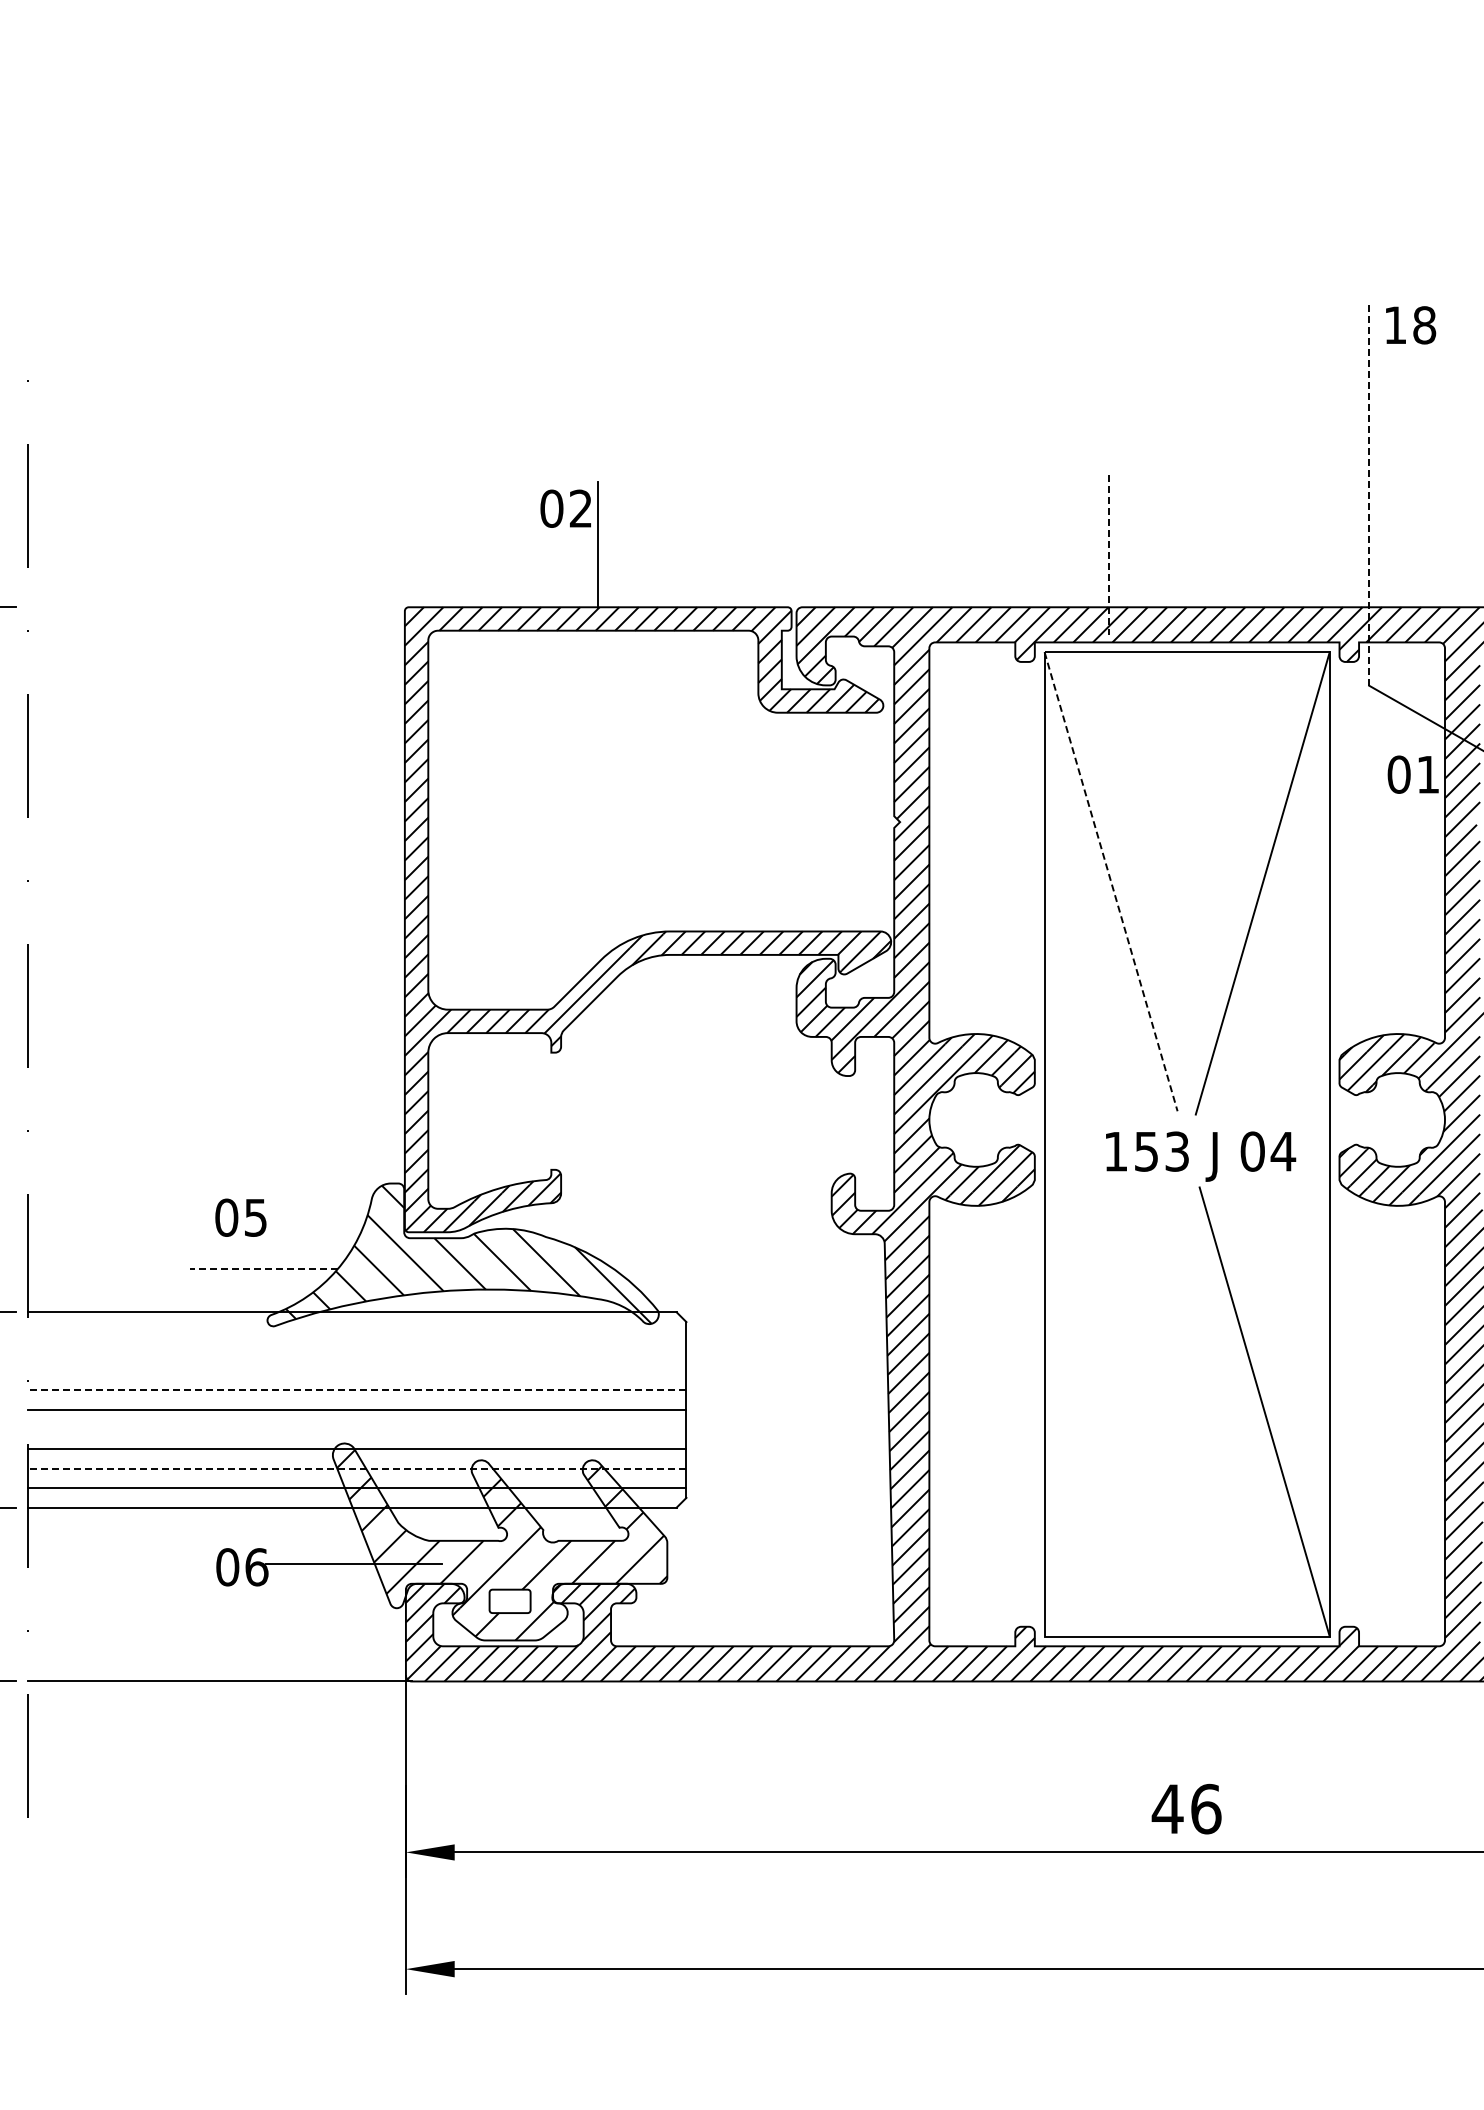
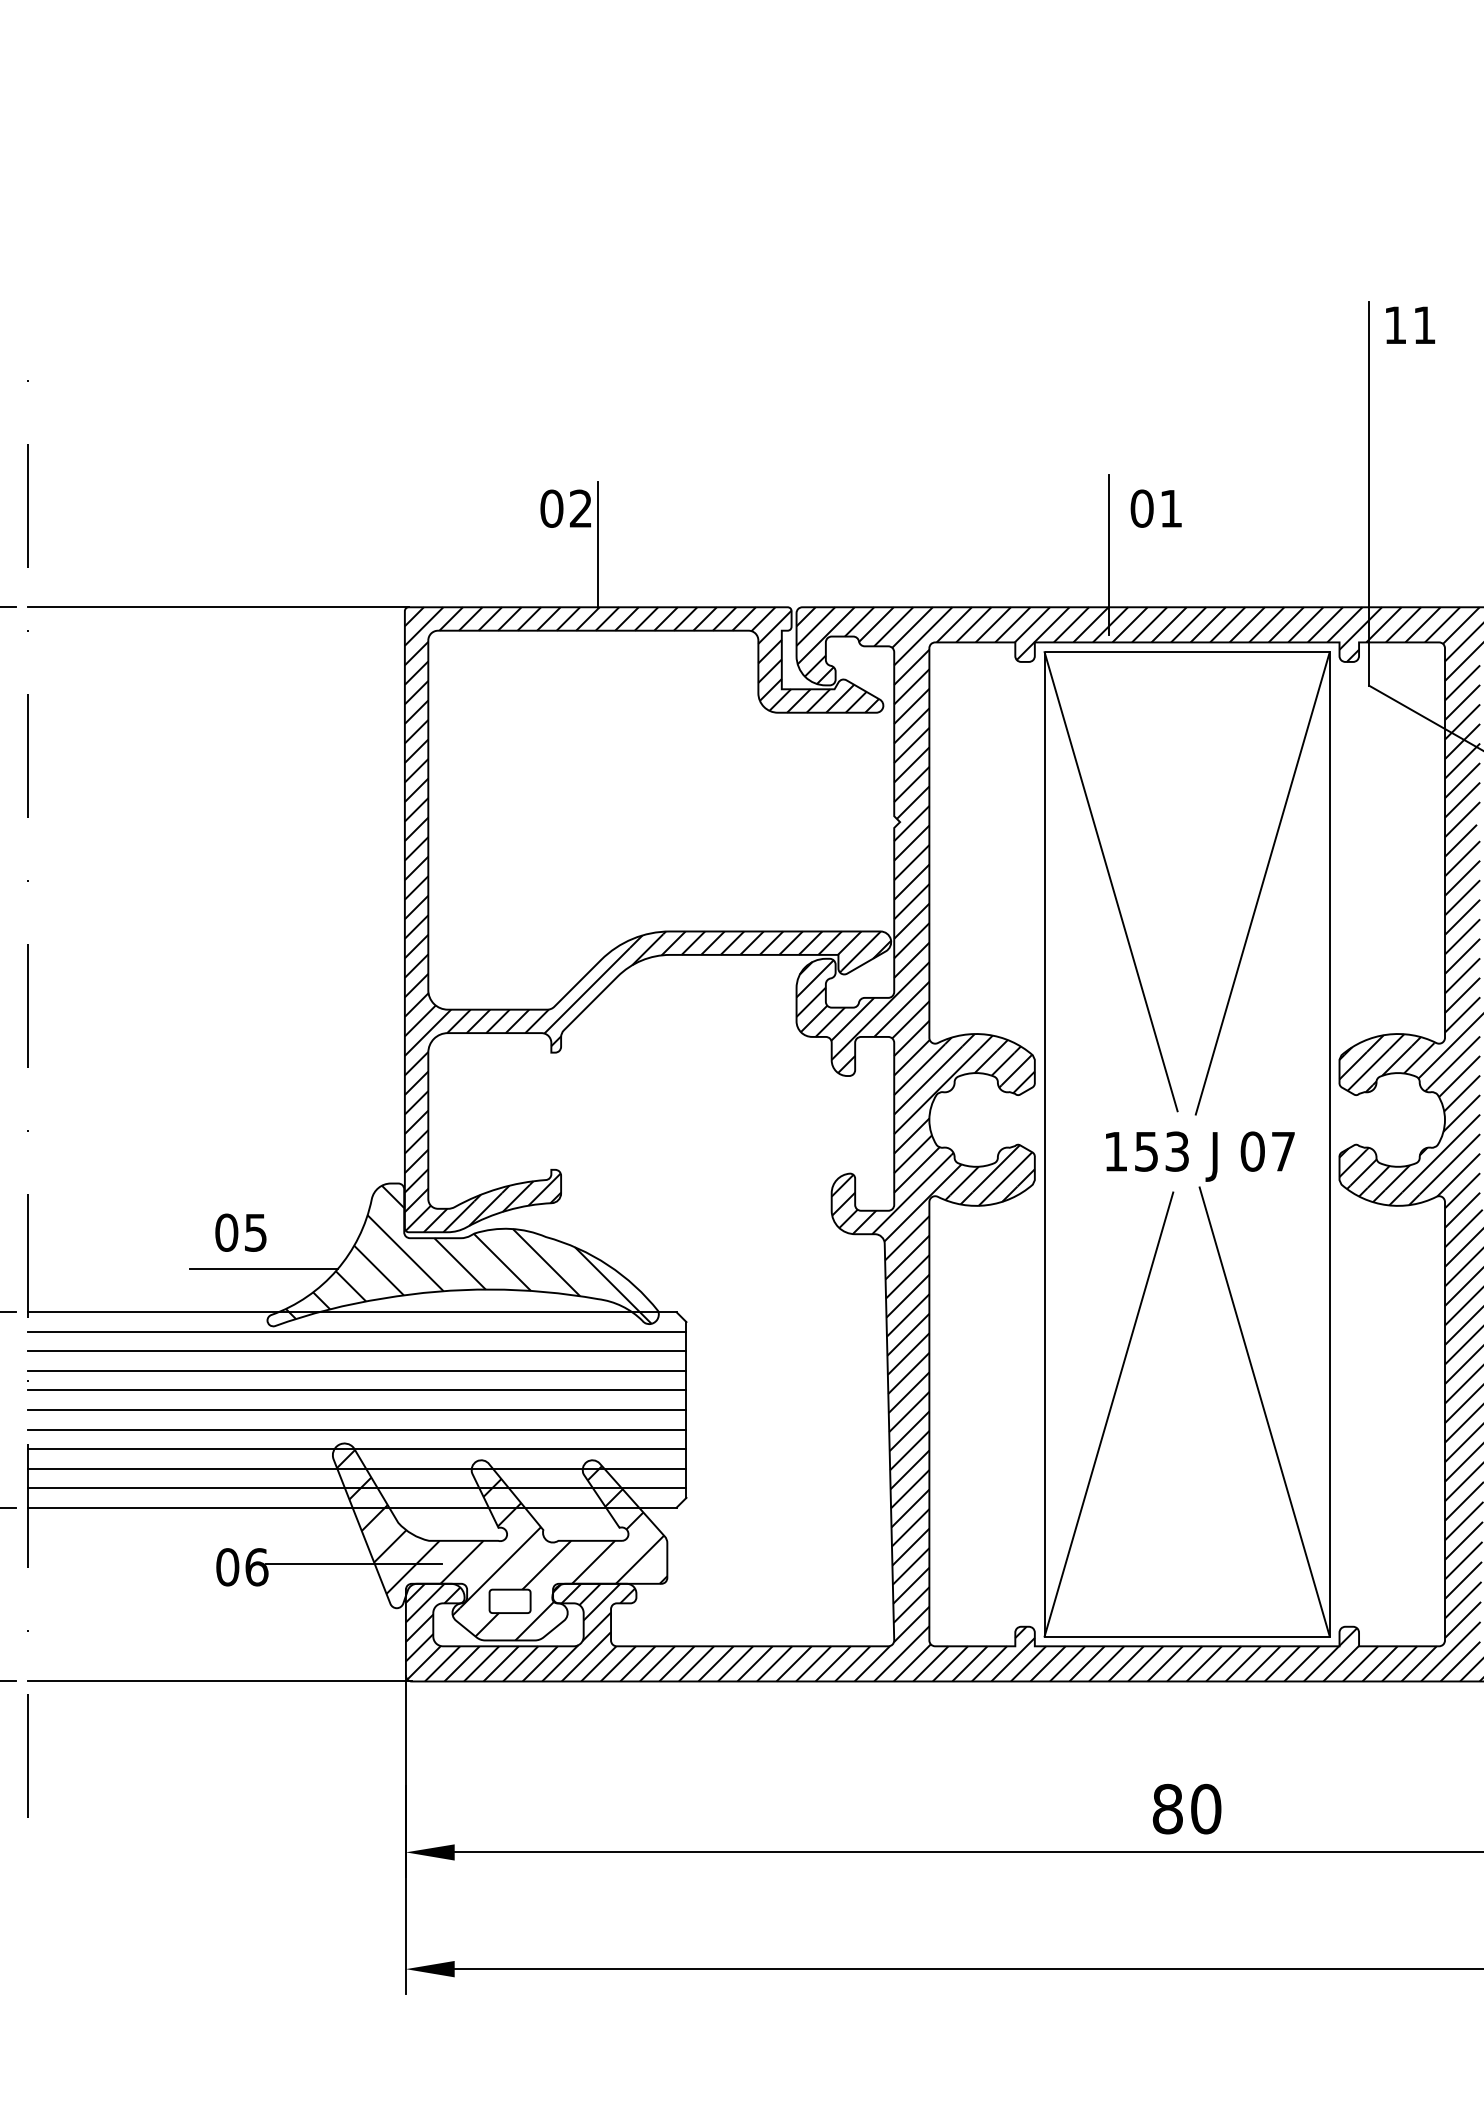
text at (1424, 325): 18 -> 11
line at (1369, 493): dashed -> solid
line at (1109, 555): dashed -> solid
line at (218, 607): none -> present
text at (1412, 774) position: (1412, 774) -> (1155, 508)
line at (1111, 881): dashed -> solid
text at (1283, 1151): 04 -> 07
text at (240, 1217) position: (240, 1217) -> (240, 1232)
line at (263, 1269): dashed -> solid
line at (357, 1331): none -> present
line at (357, 1351): none -> present
line at (357, 1370): none -> present
line at (356, 1390): dashed -> solid
line at (1108, 1414): none -> present
line at (357, 1429): none -> present
line at (356, 1468): dashed -> solid
text at (1186, 1808): 46 -> 80
